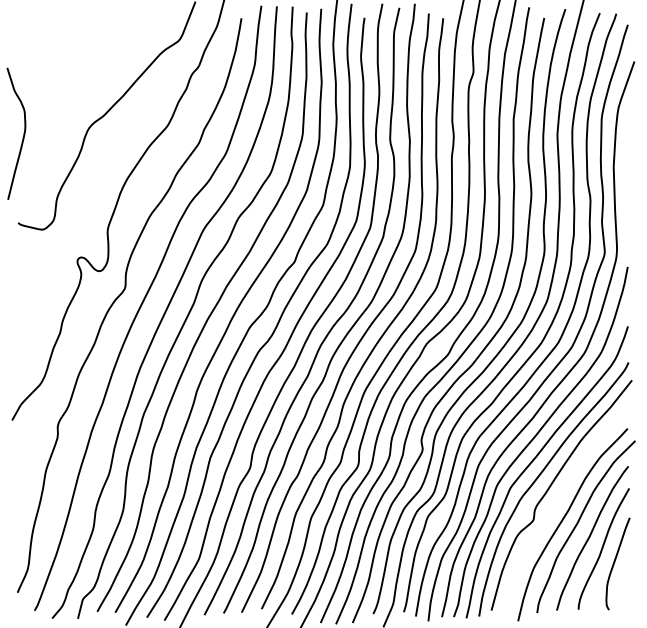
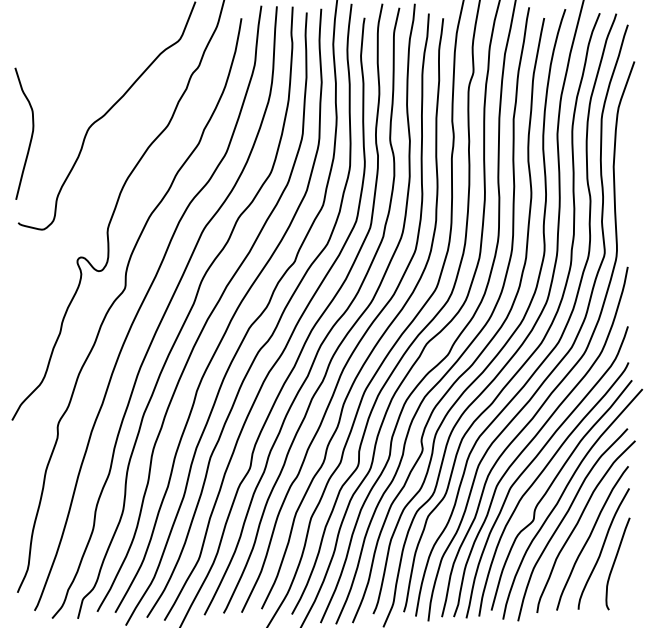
curve at (23, 133) position: (23, 133) -> (31, 133)
curve at (561, 498): none -> present
